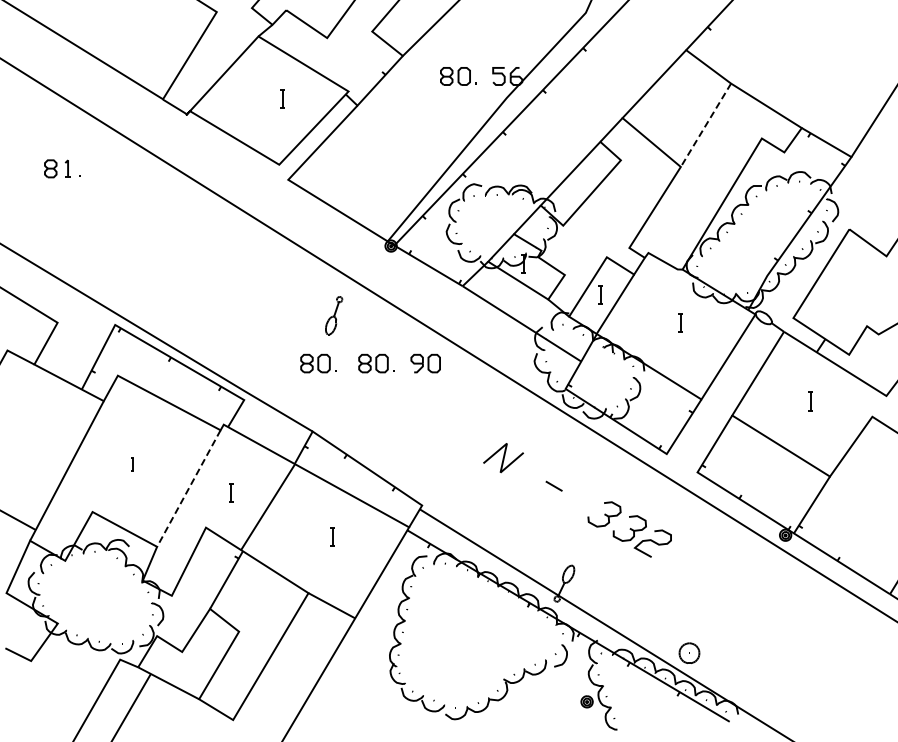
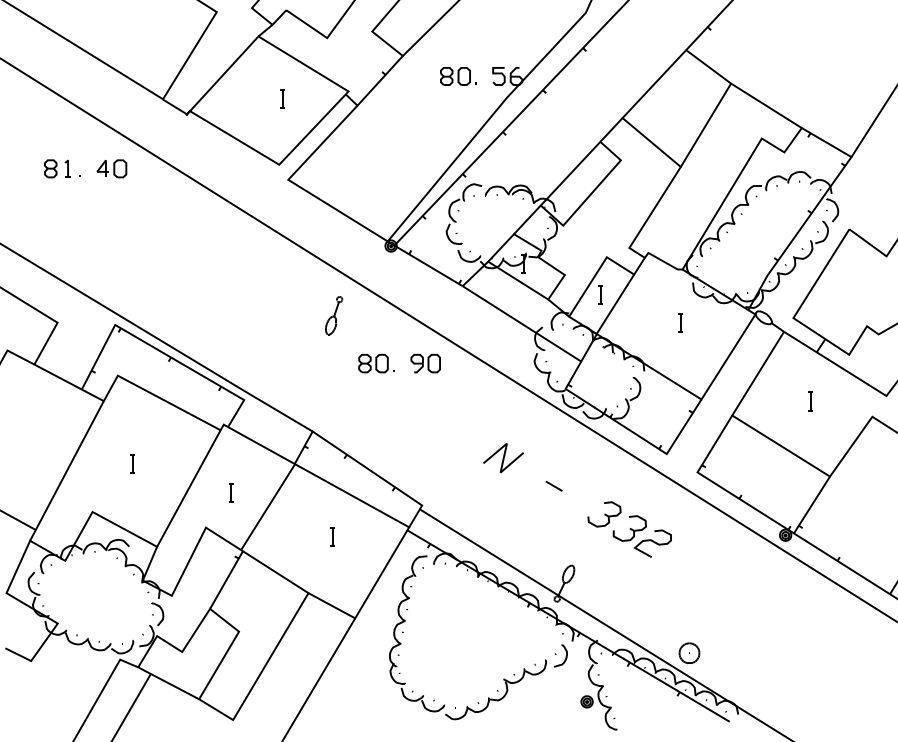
line at (705, 125): dashed -> solid
part at (111, 168): none -> present
part at (318, 363): present -> none
part at (132, 464) size: 3x15 px -> 5x20 px
line at (188, 488): dashed -> solid
